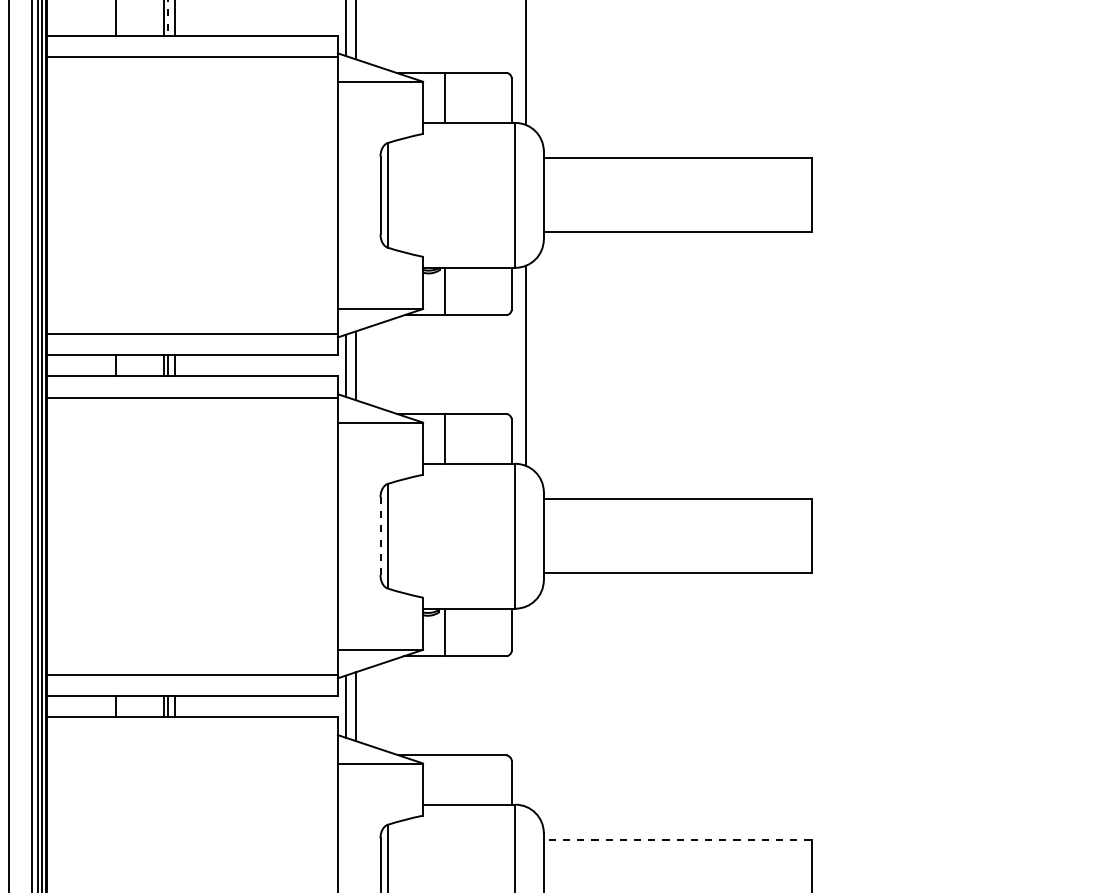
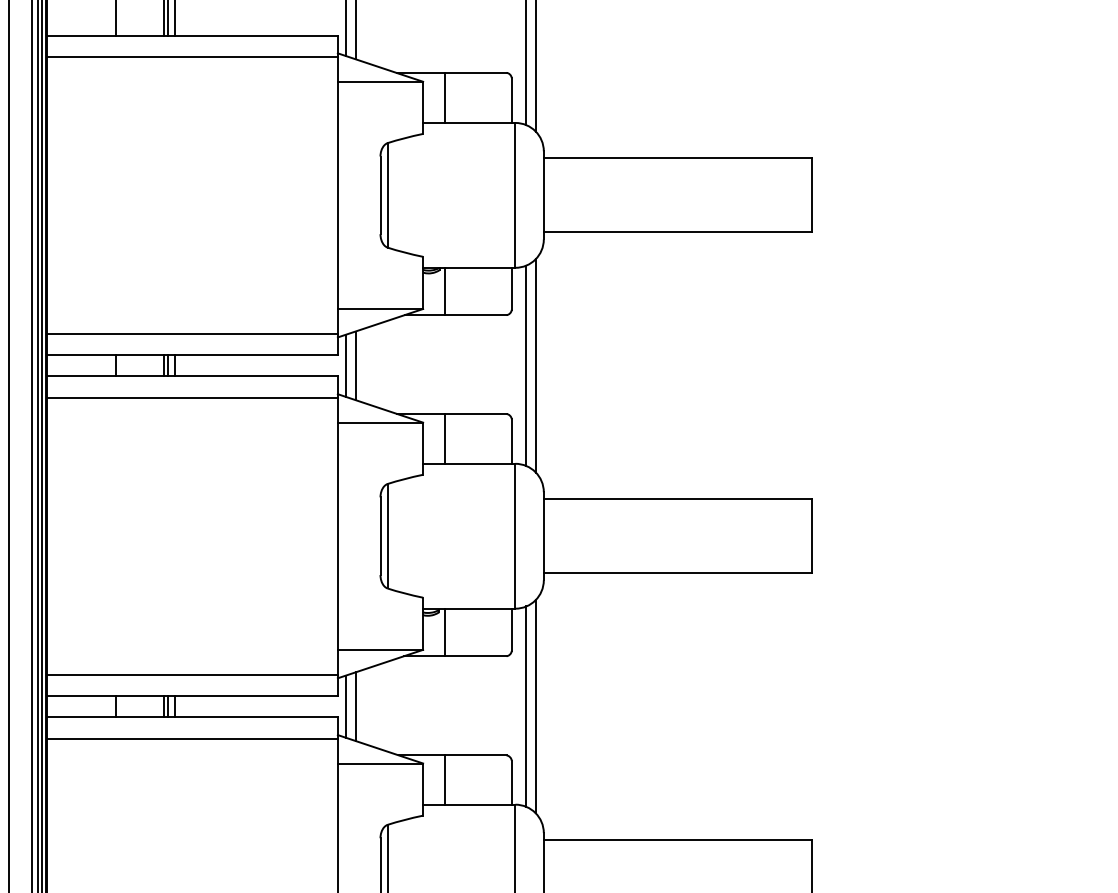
line at (168, 18): dashed -> solid
line at (535, 66): none -> present
line at (535, 365): none -> present
line at (380, 536): dashed -> solid
line at (525, 706): none -> present
line at (535, 706): none -> present
line at (192, 738): none -> present
line at (444, 779): none -> present
line at (677, 840): dashed -> solid
